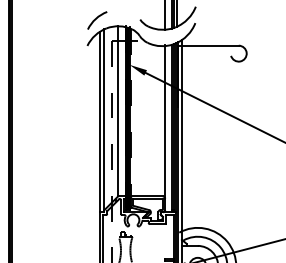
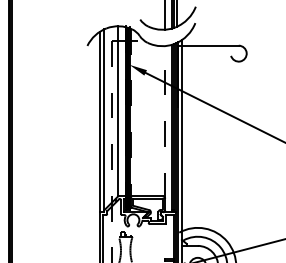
arc at (96, 19): present -> none
line at (165, 122): solid -> dashed
